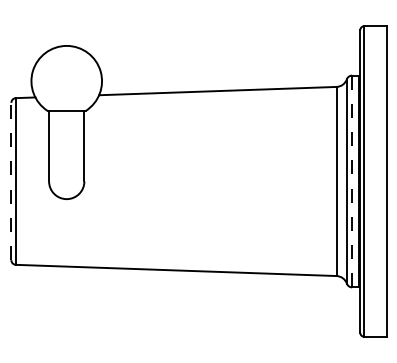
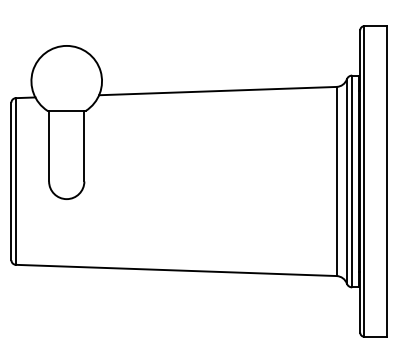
line at (11, 181): dashed -> solid
line at (352, 181): dashed -> solid
